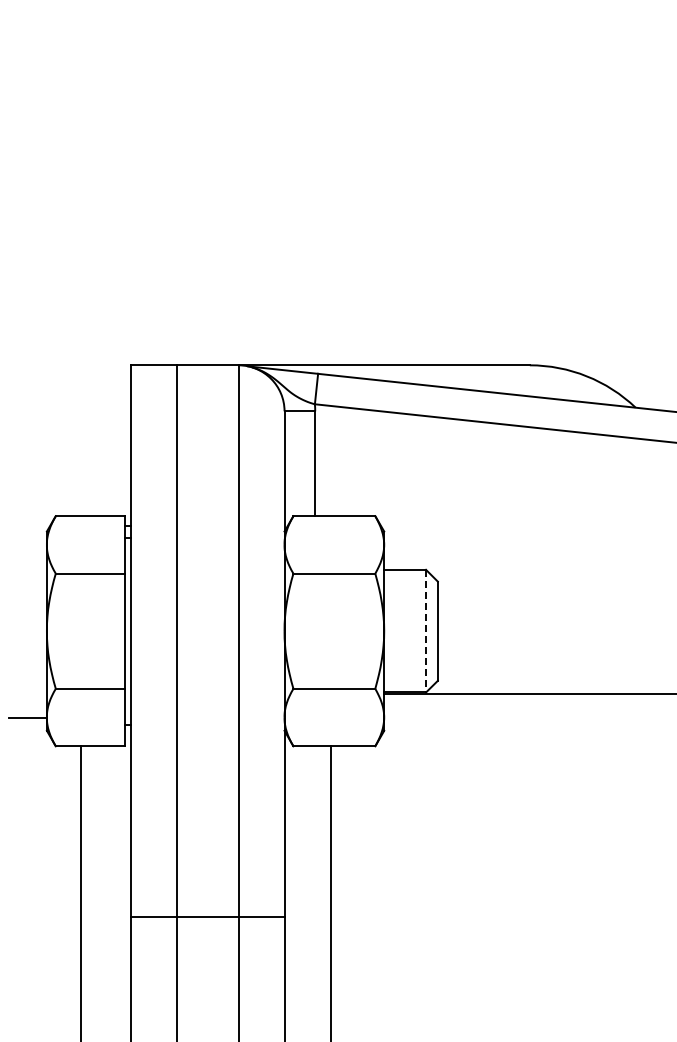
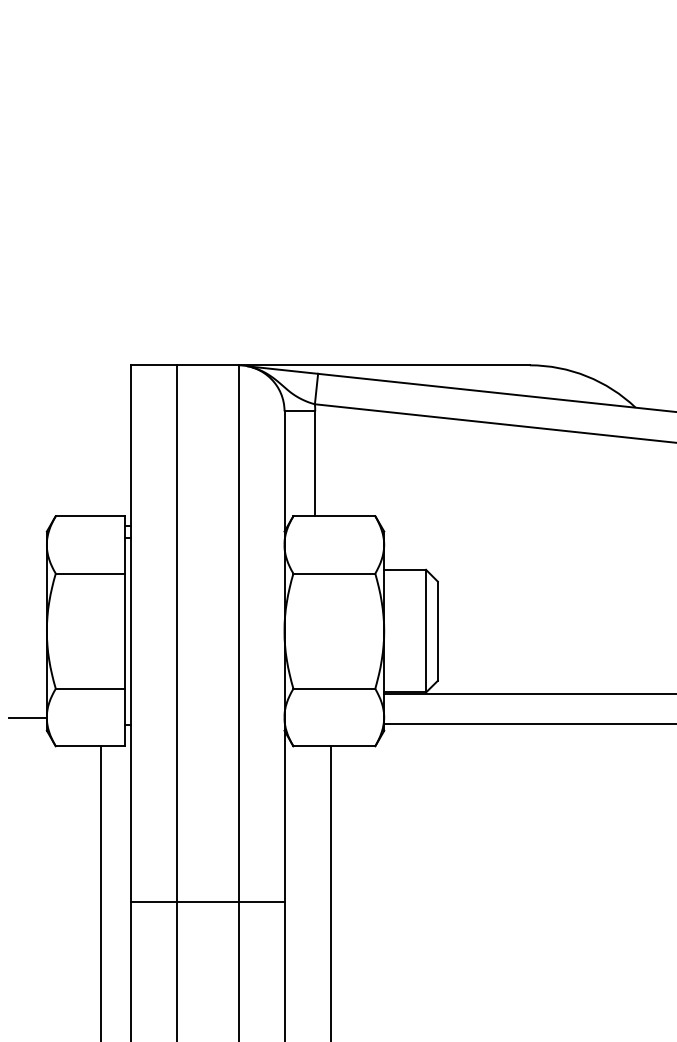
line at (426, 631): dashed -> solid
line at (528, 723): none -> present
line at (80, 892) position: (80, 892) -> (100, 892)
line at (207, 916) position: (207, 916) -> (207, 901)
